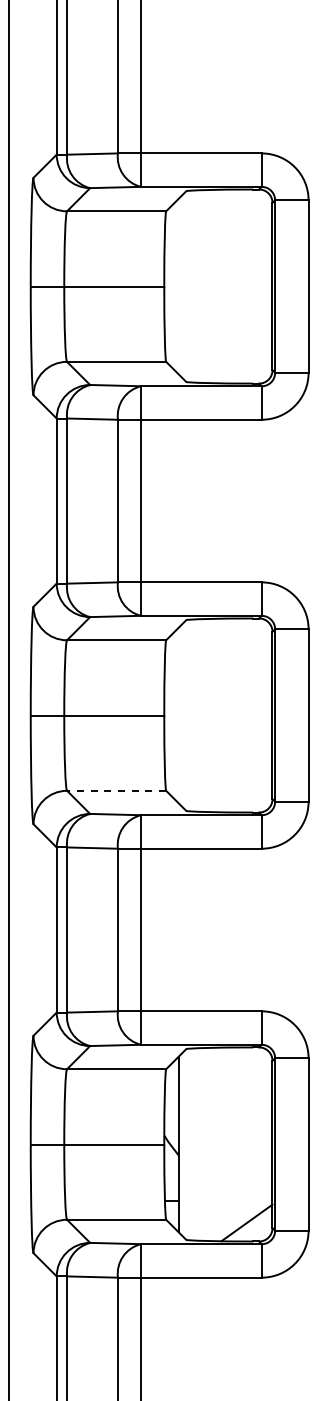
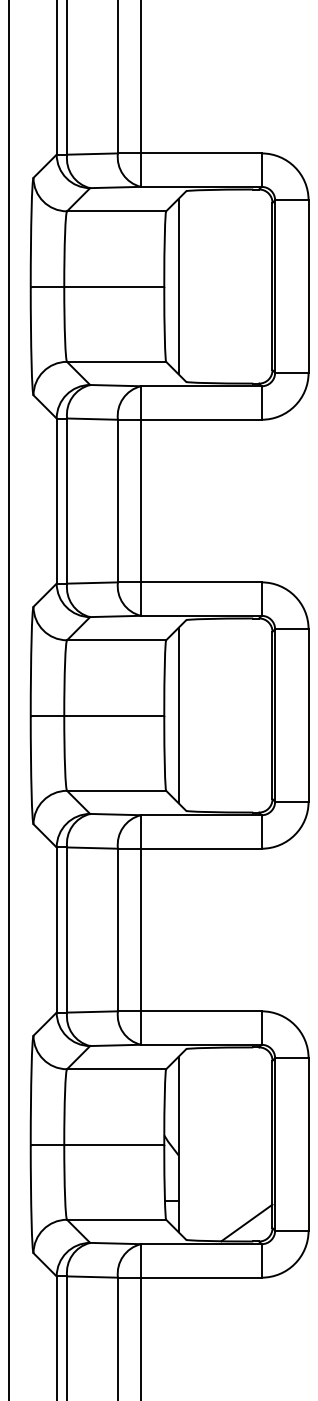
line at (178, 286): none -> present
line at (178, 715): none -> present
line at (116, 790): dashed -> solid
